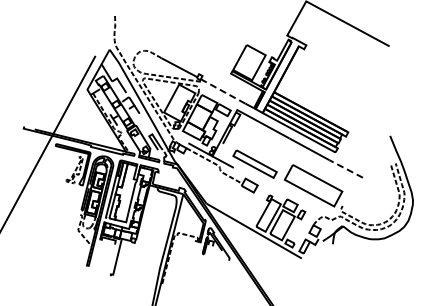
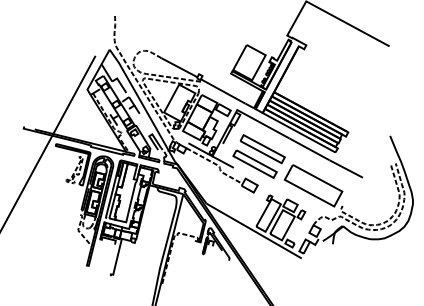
line at (222, 91): dashed -> solid
part at (262, 149): none -> present
line at (346, 168): dashed -> solid
